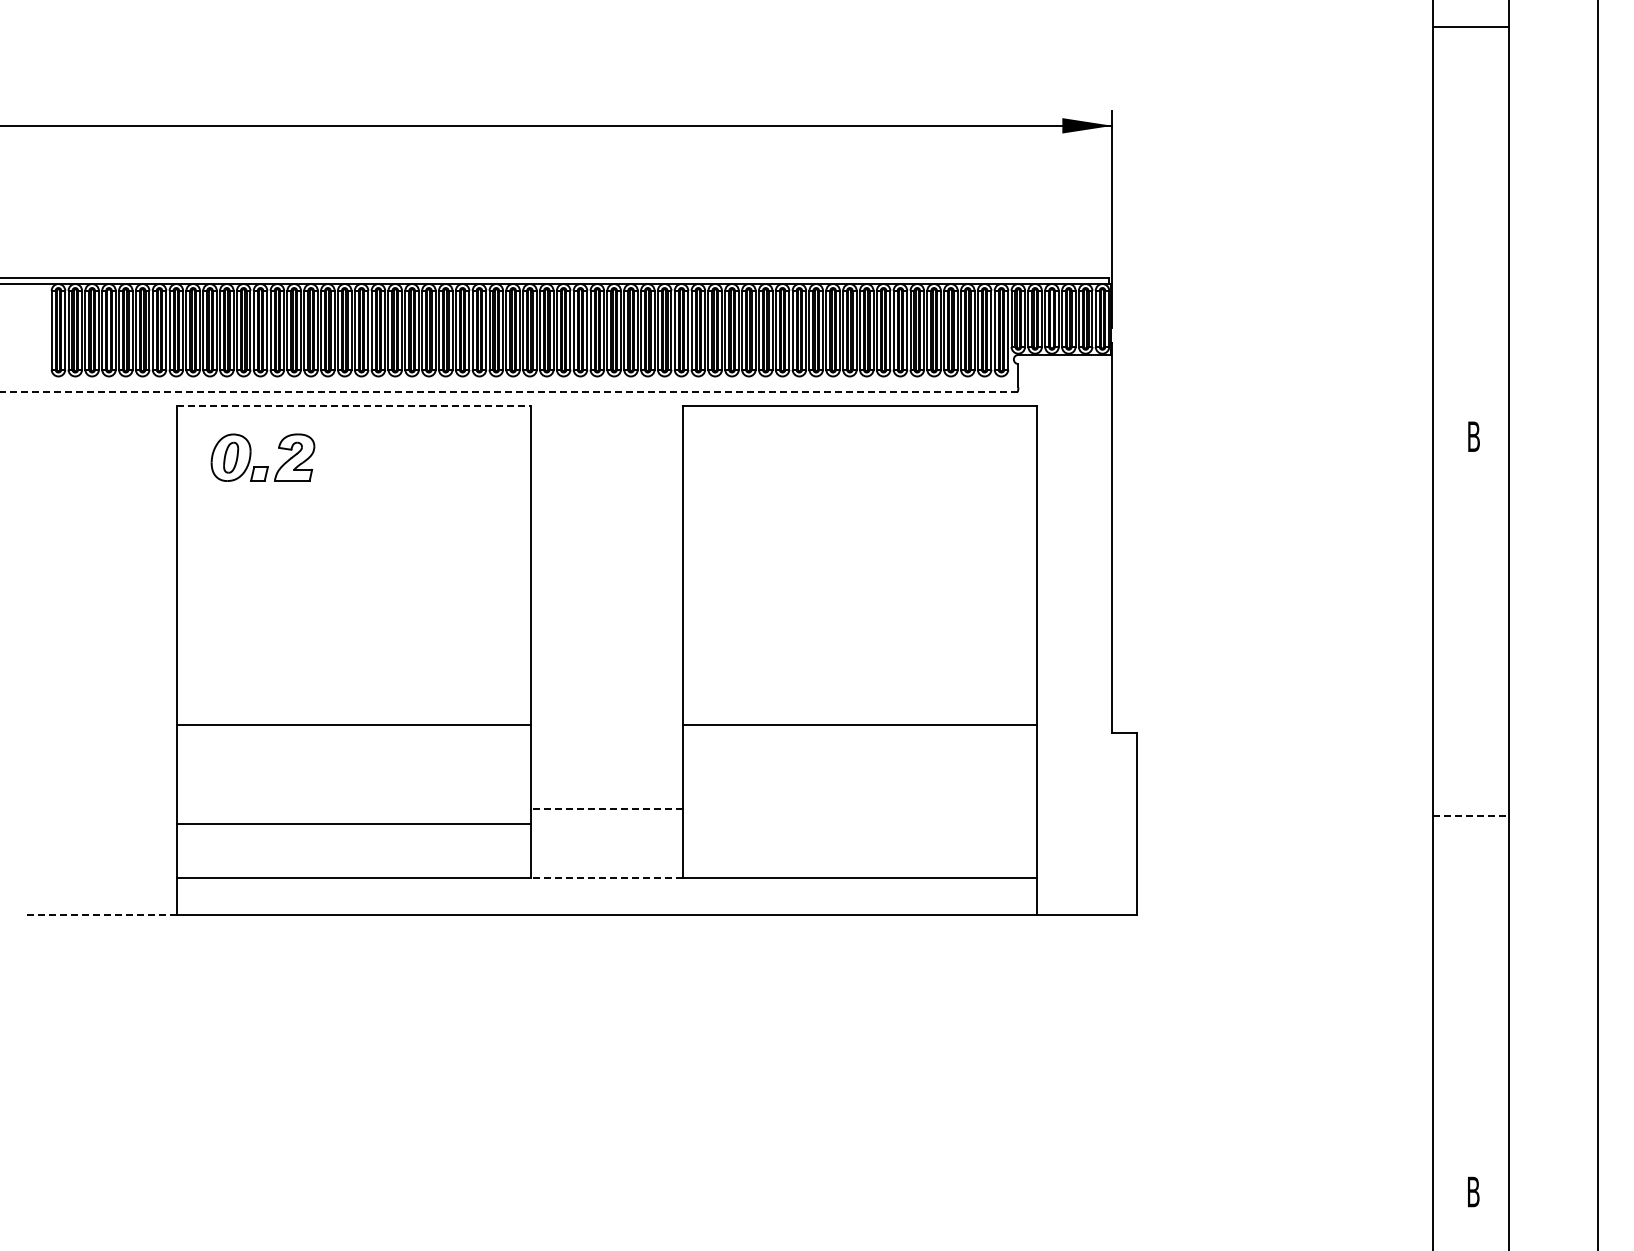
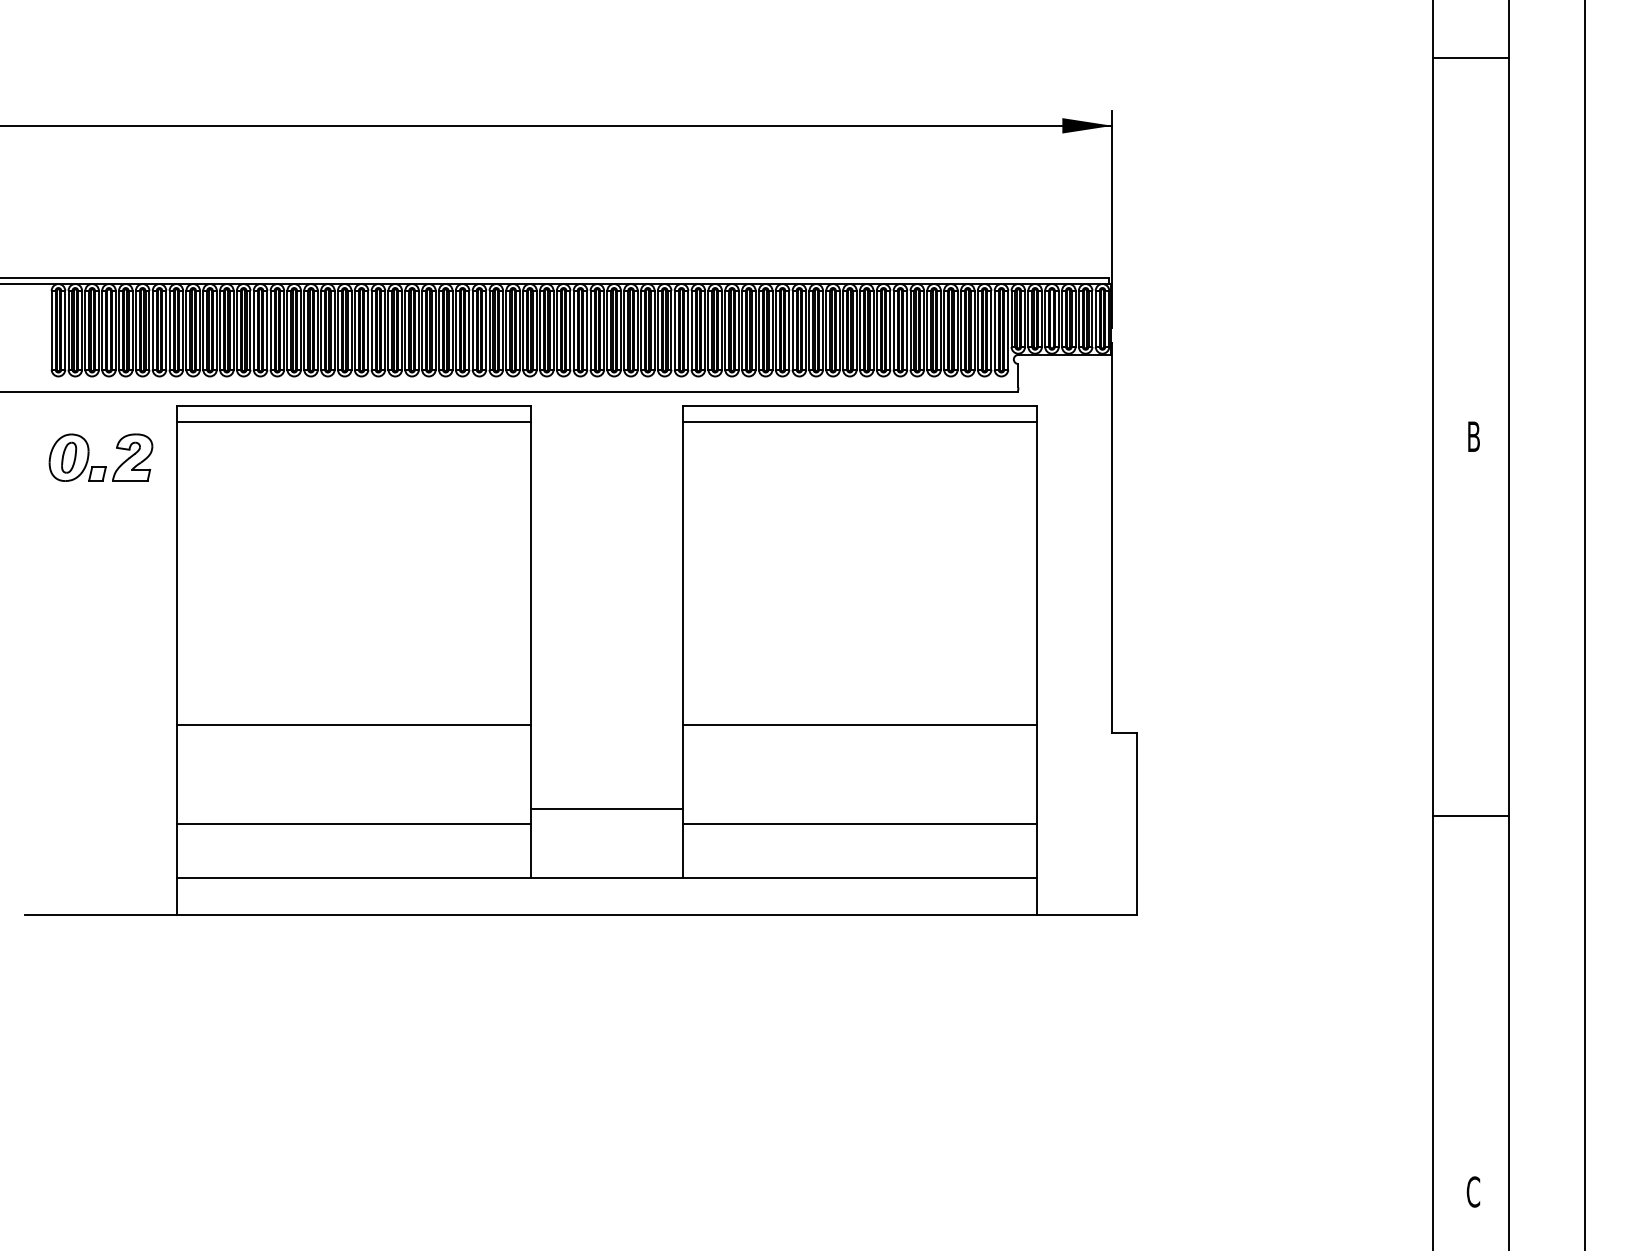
line at (1471, 26) position: (1471, 26) -> (1471, 57)
line at (509, 392): dashed -> solid
line at (353, 406): dashed -> solid
line at (353, 421): none -> present
line at (859, 421): none -> present
part at (262, 466) position: (262, 466) -> (100, 466)
line at (1597, 624) position: (1597, 624) -> (1584, 624)
line at (606, 808): dashed -> solid
line at (1471, 816): dashed -> solid
line at (859, 823): none -> present
line at (606, 878): dashed -> solid
line at (101, 914): dashed -> solid
text at (1473, 1191): B -> C
